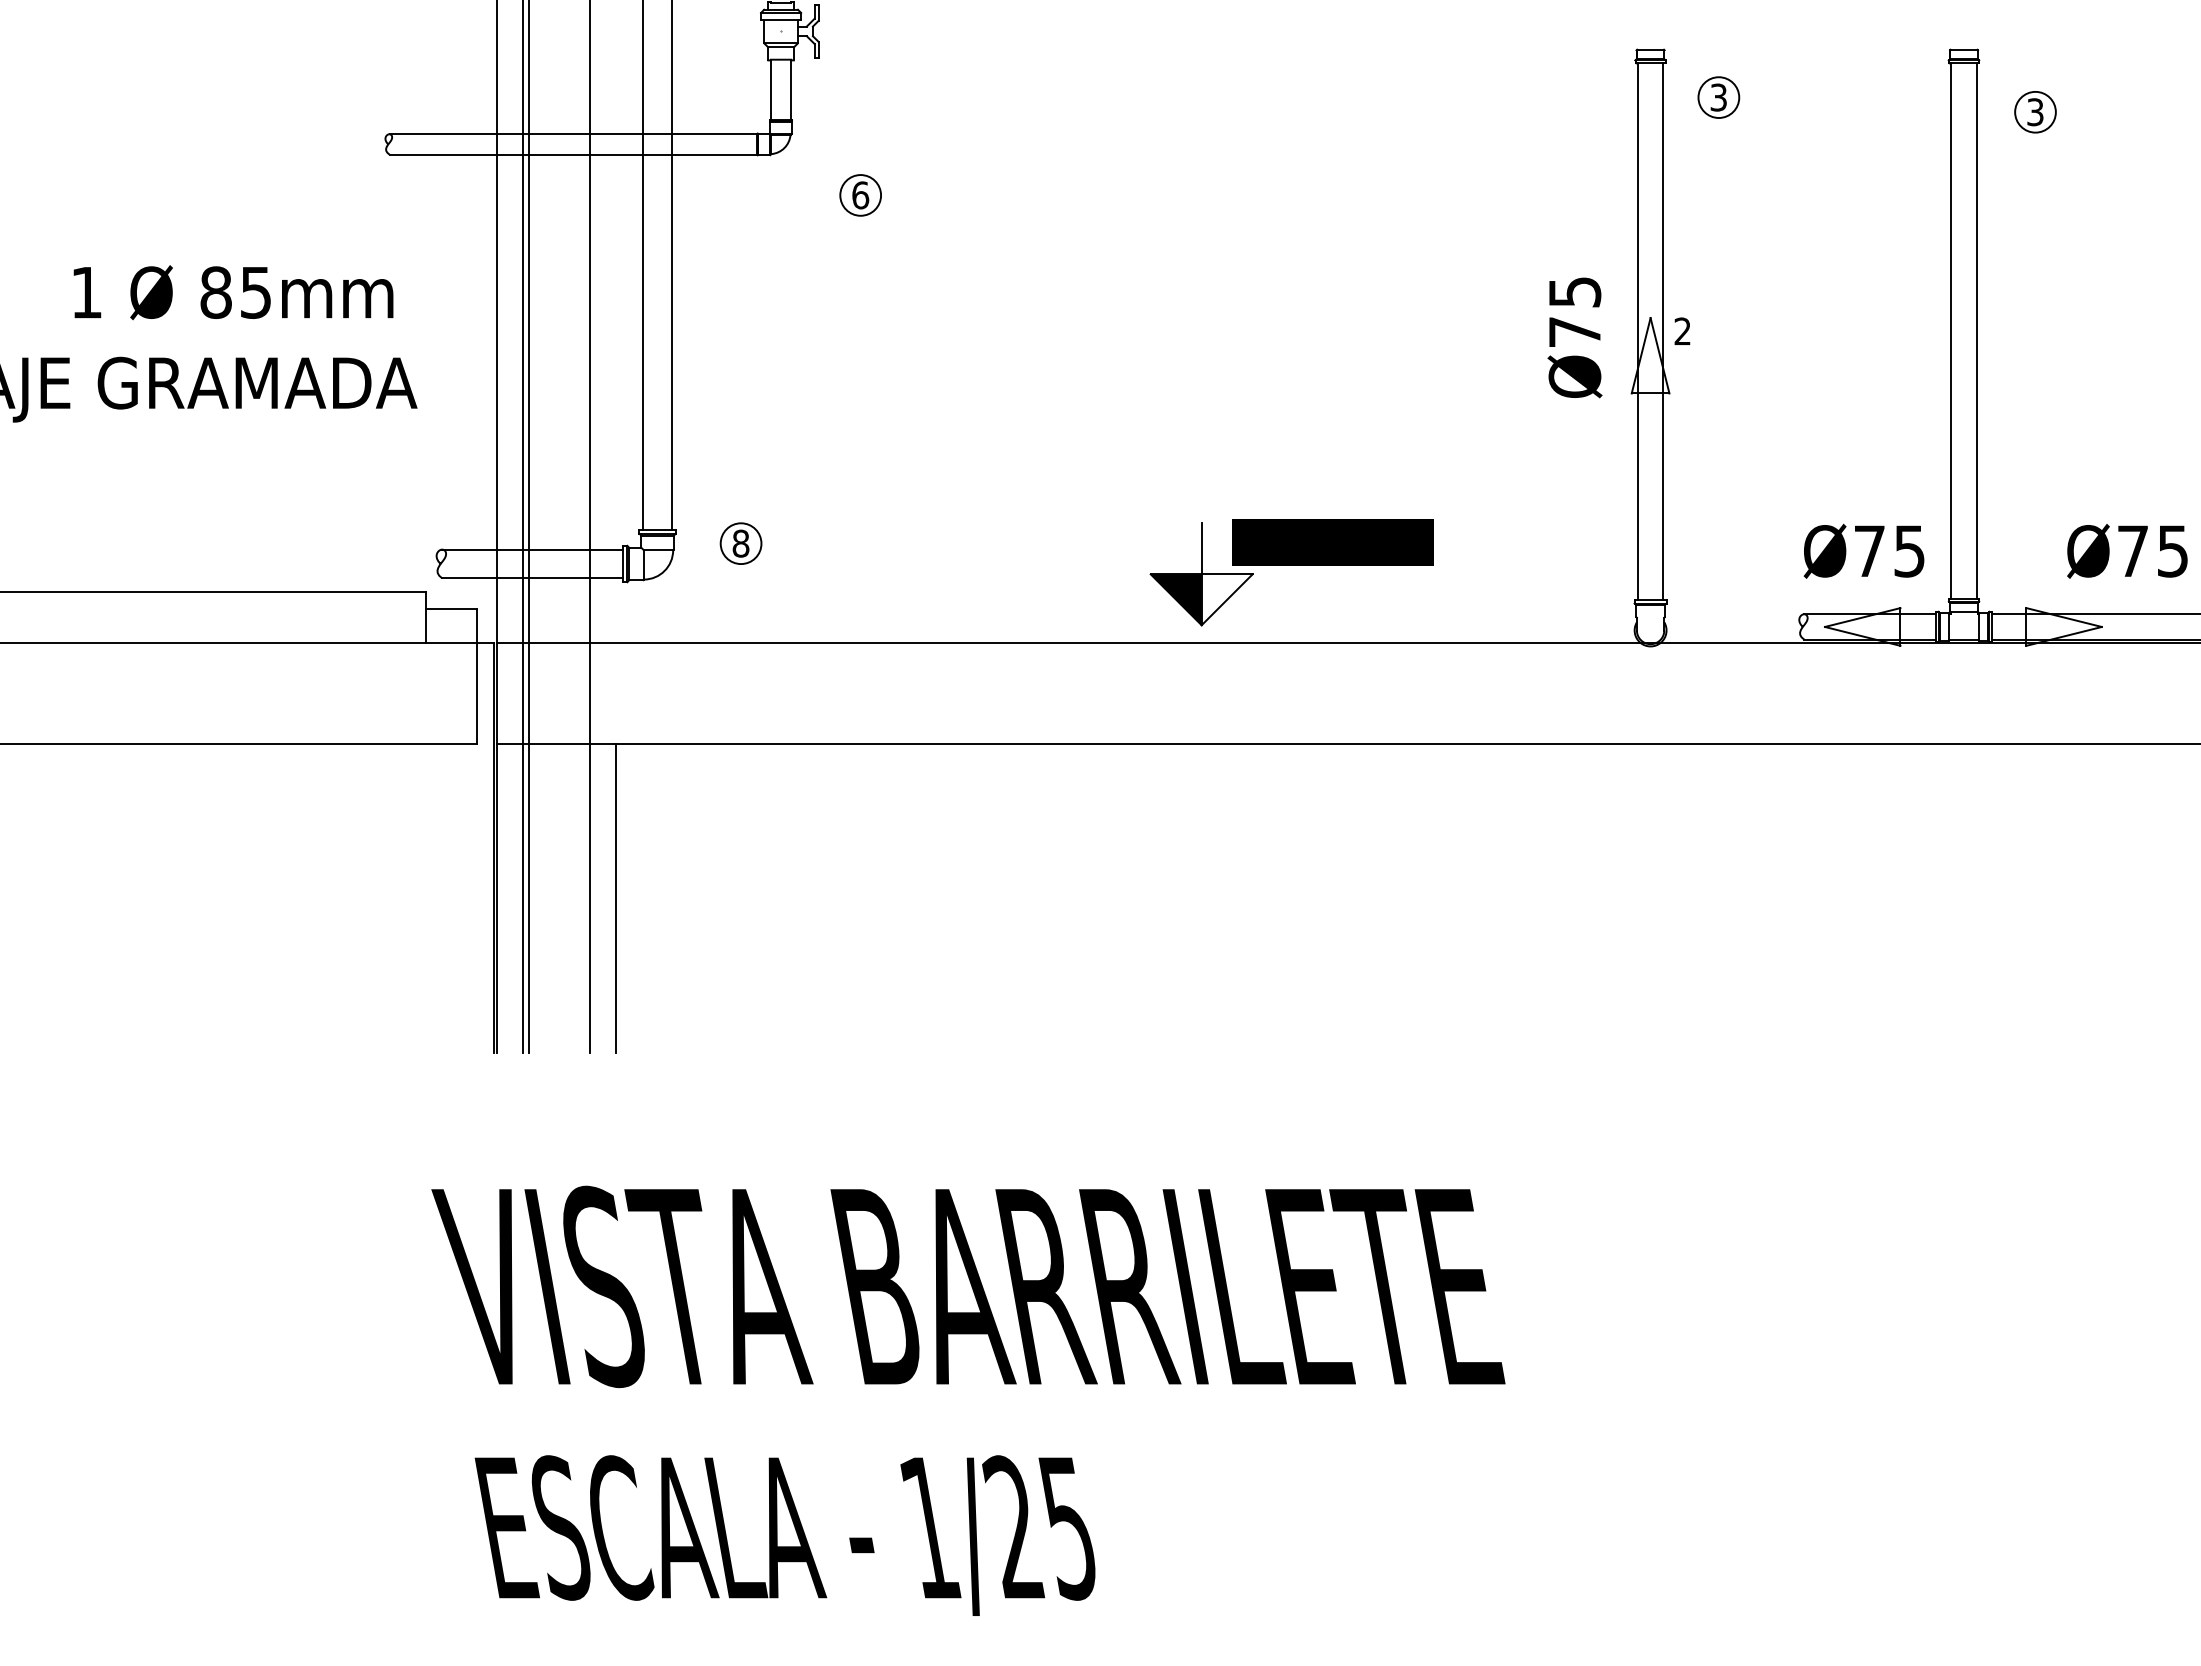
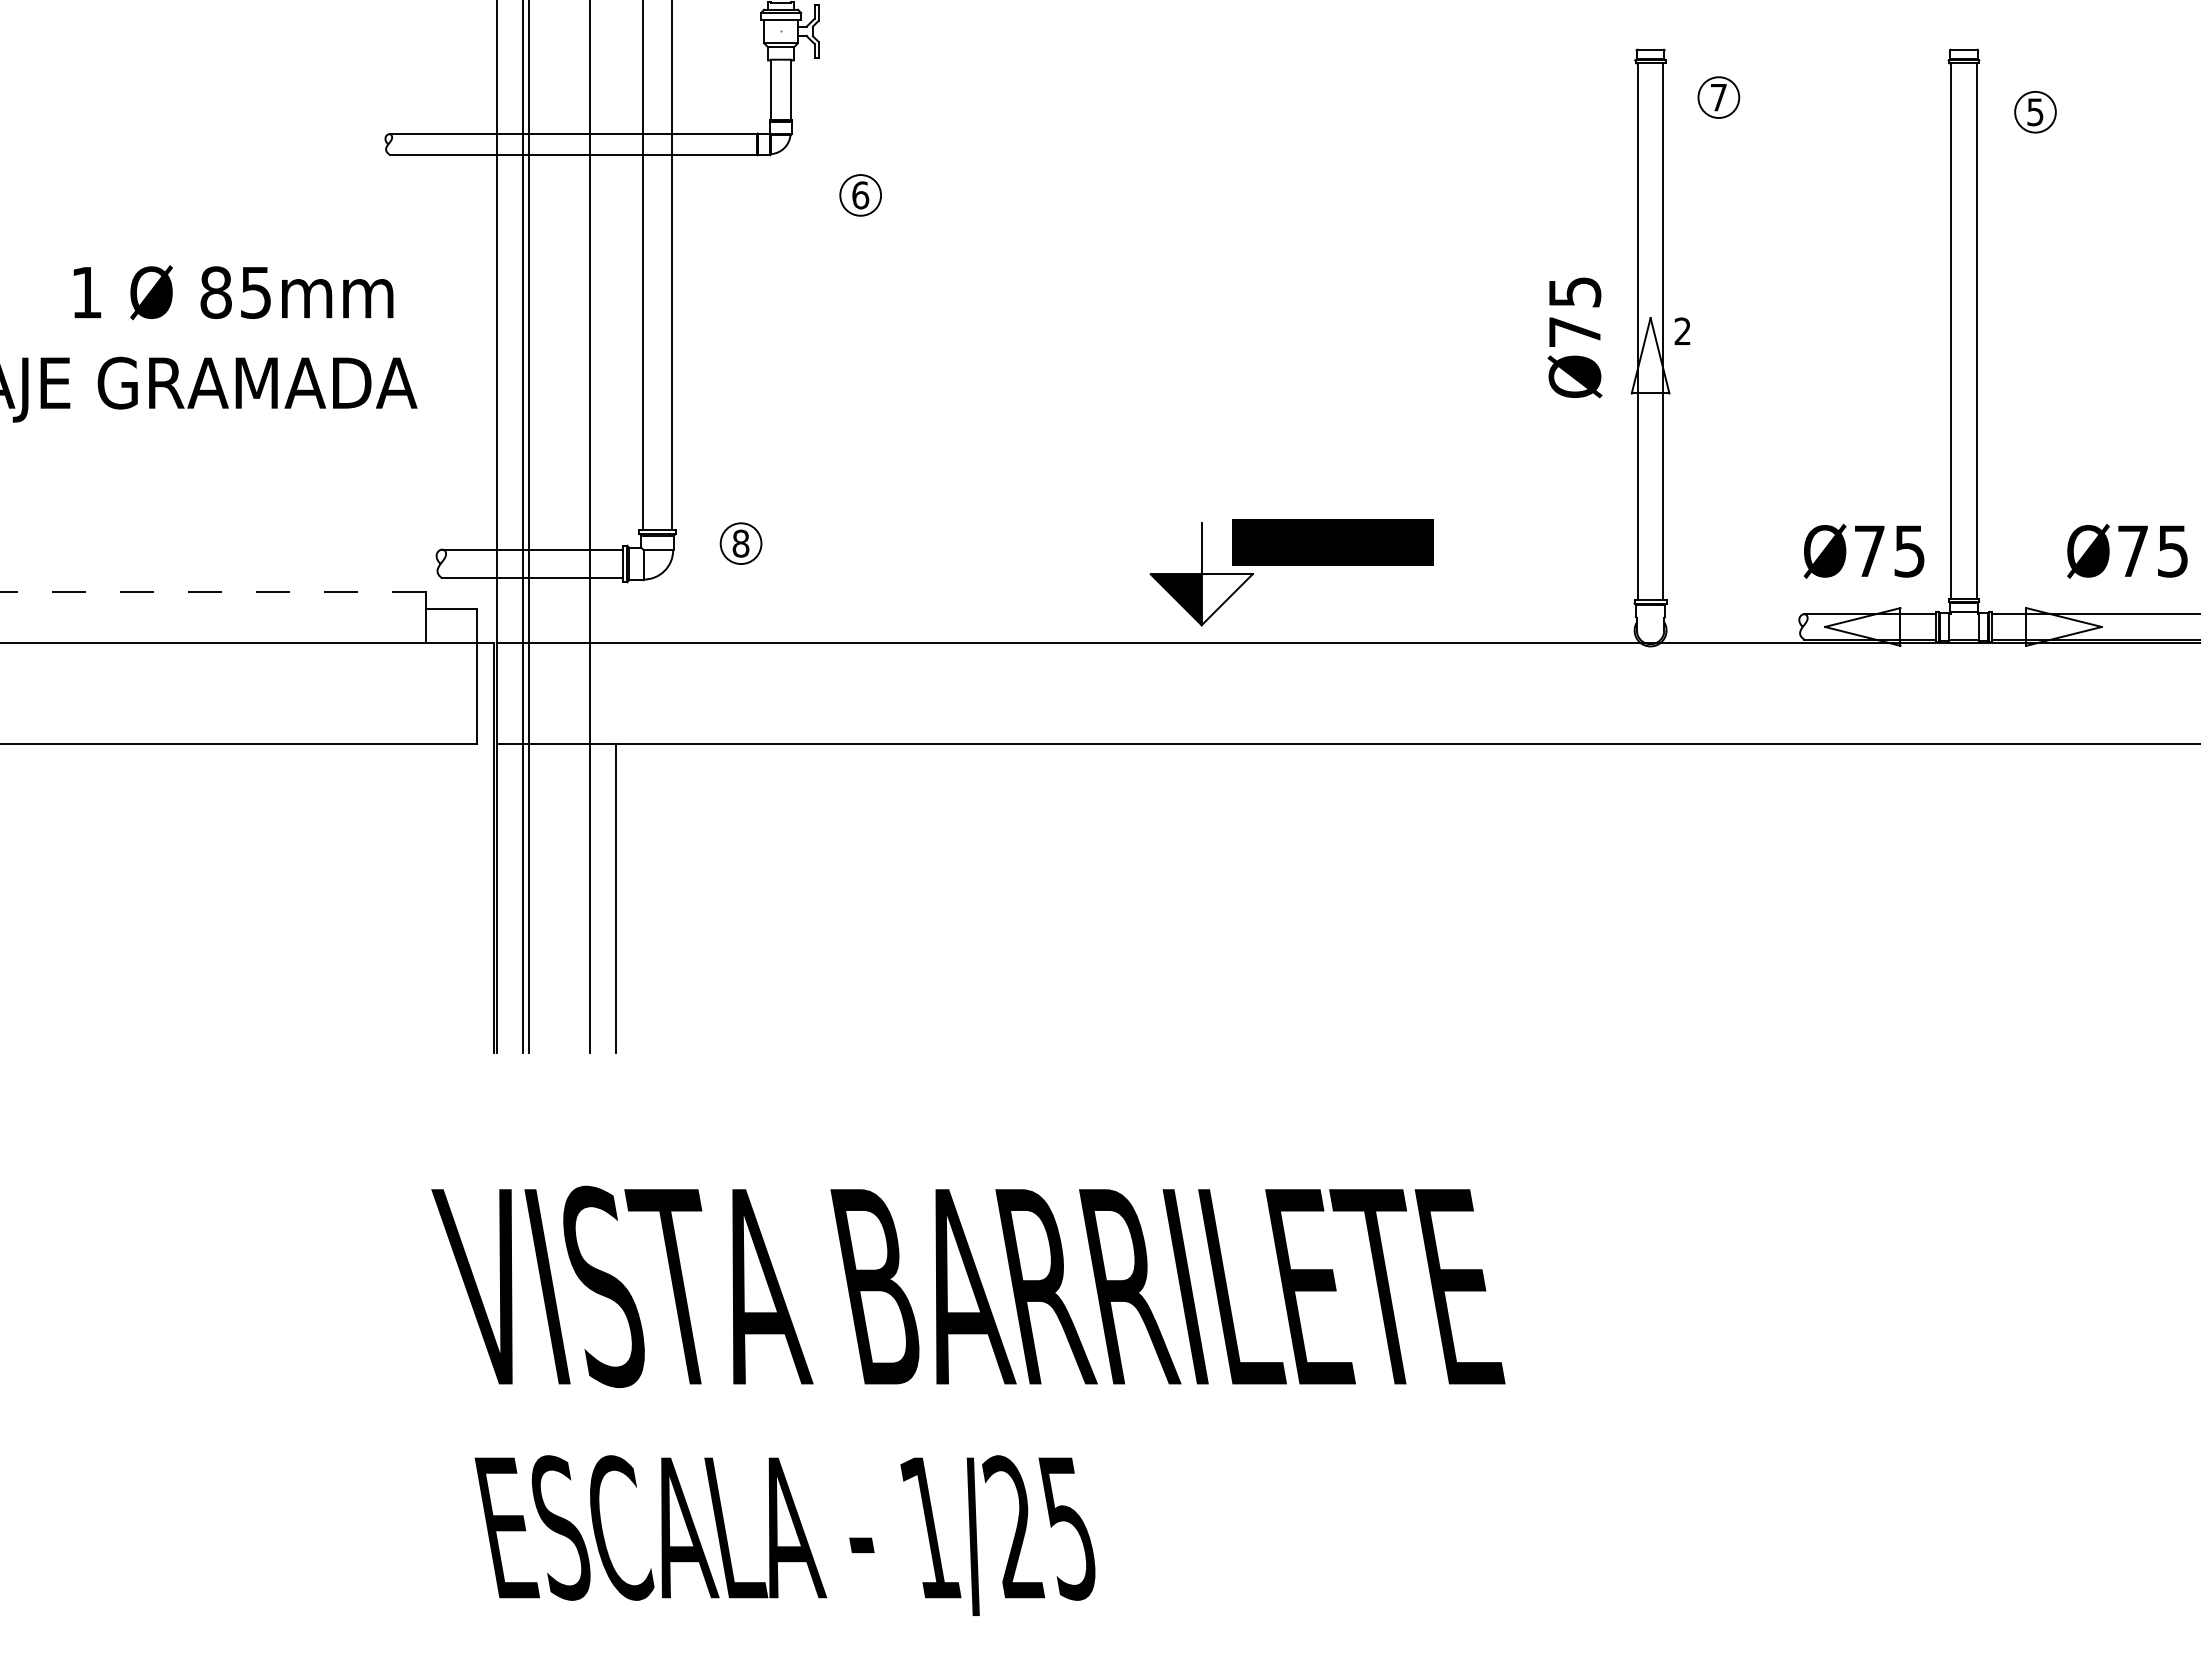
text at (1718, 97): 3 -> 7
text at (2035, 111): 3 -> 5
line at (212, 591): solid -> dashed
